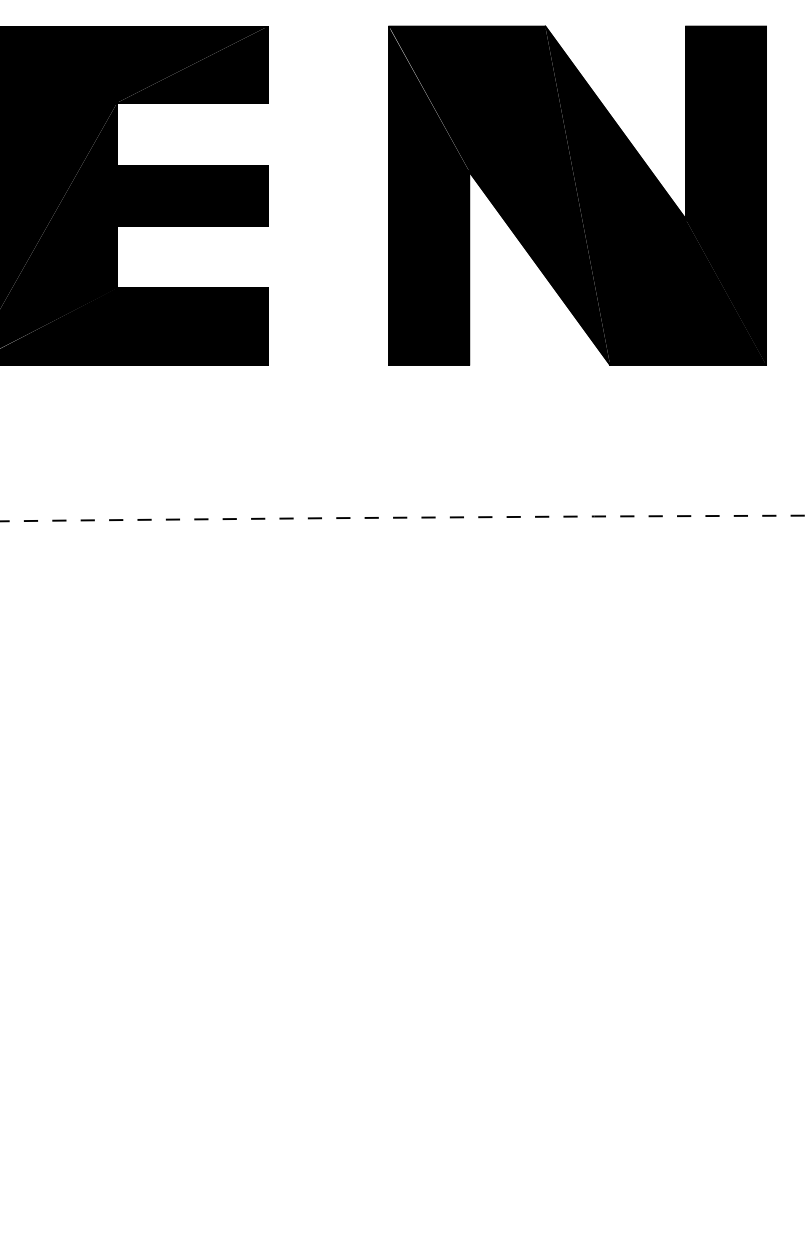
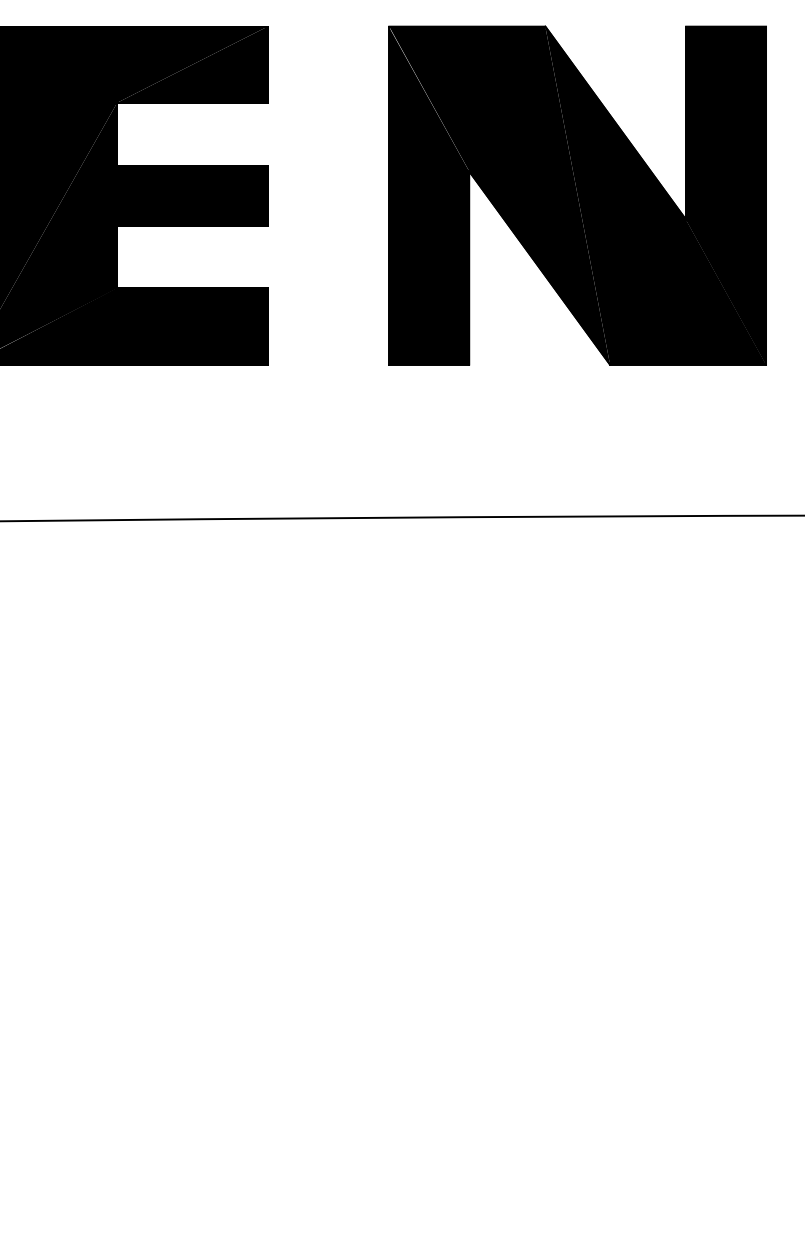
arc at (401, 517): dashed -> solid
